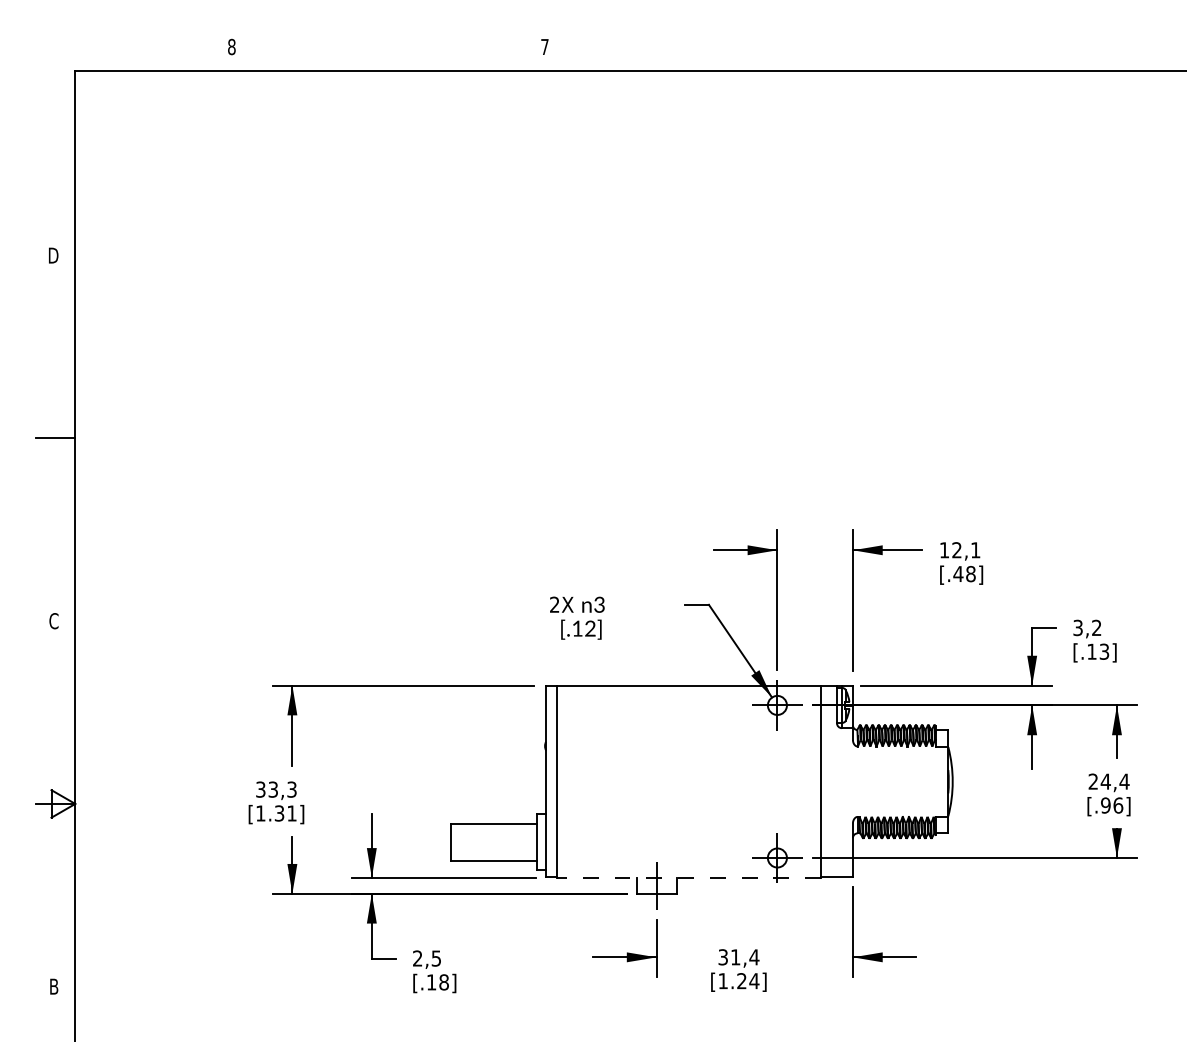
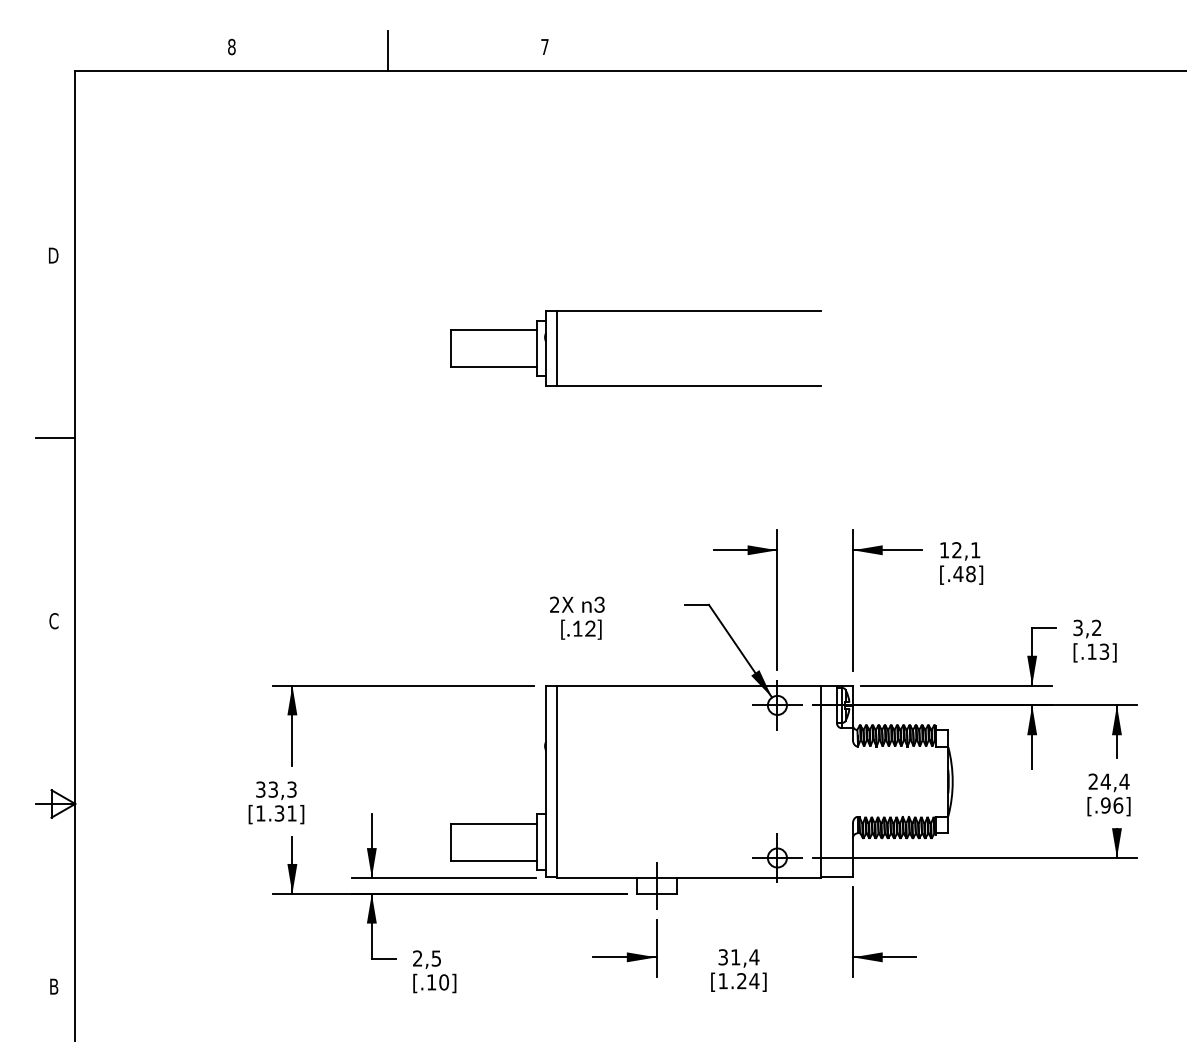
line at (388, 50): none -> present
part at (635, 311): none -> present
line at (689, 877): dashed -> solid
text at (444, 982): [.18] -> [.10]
